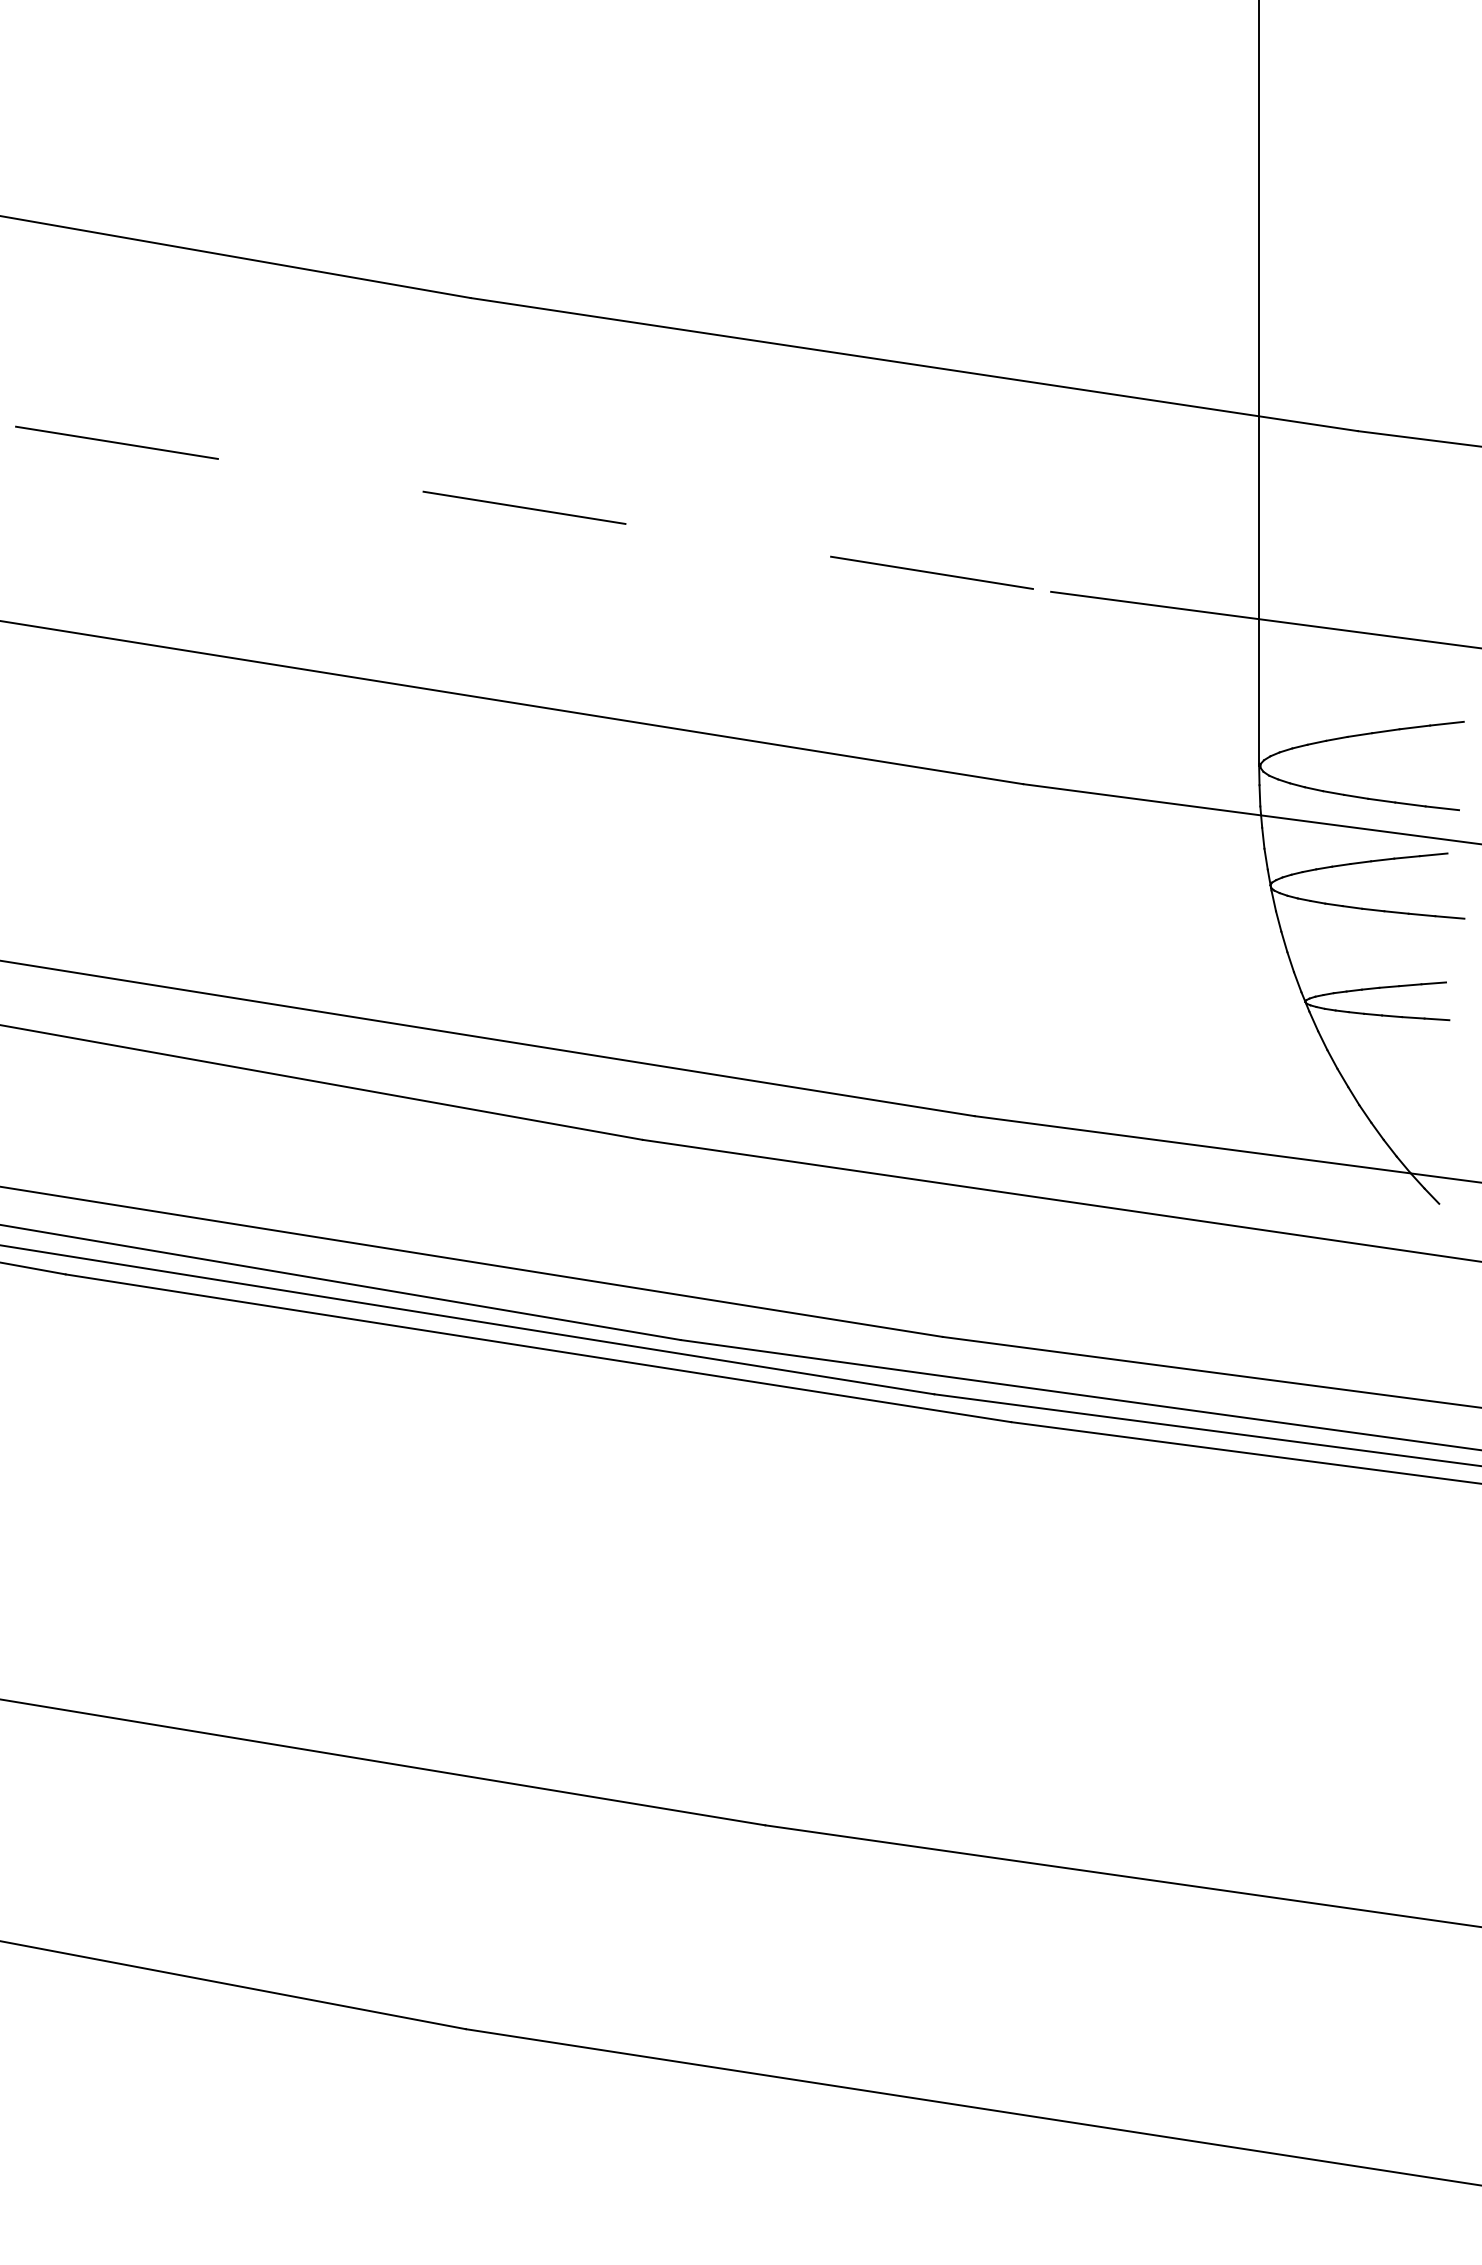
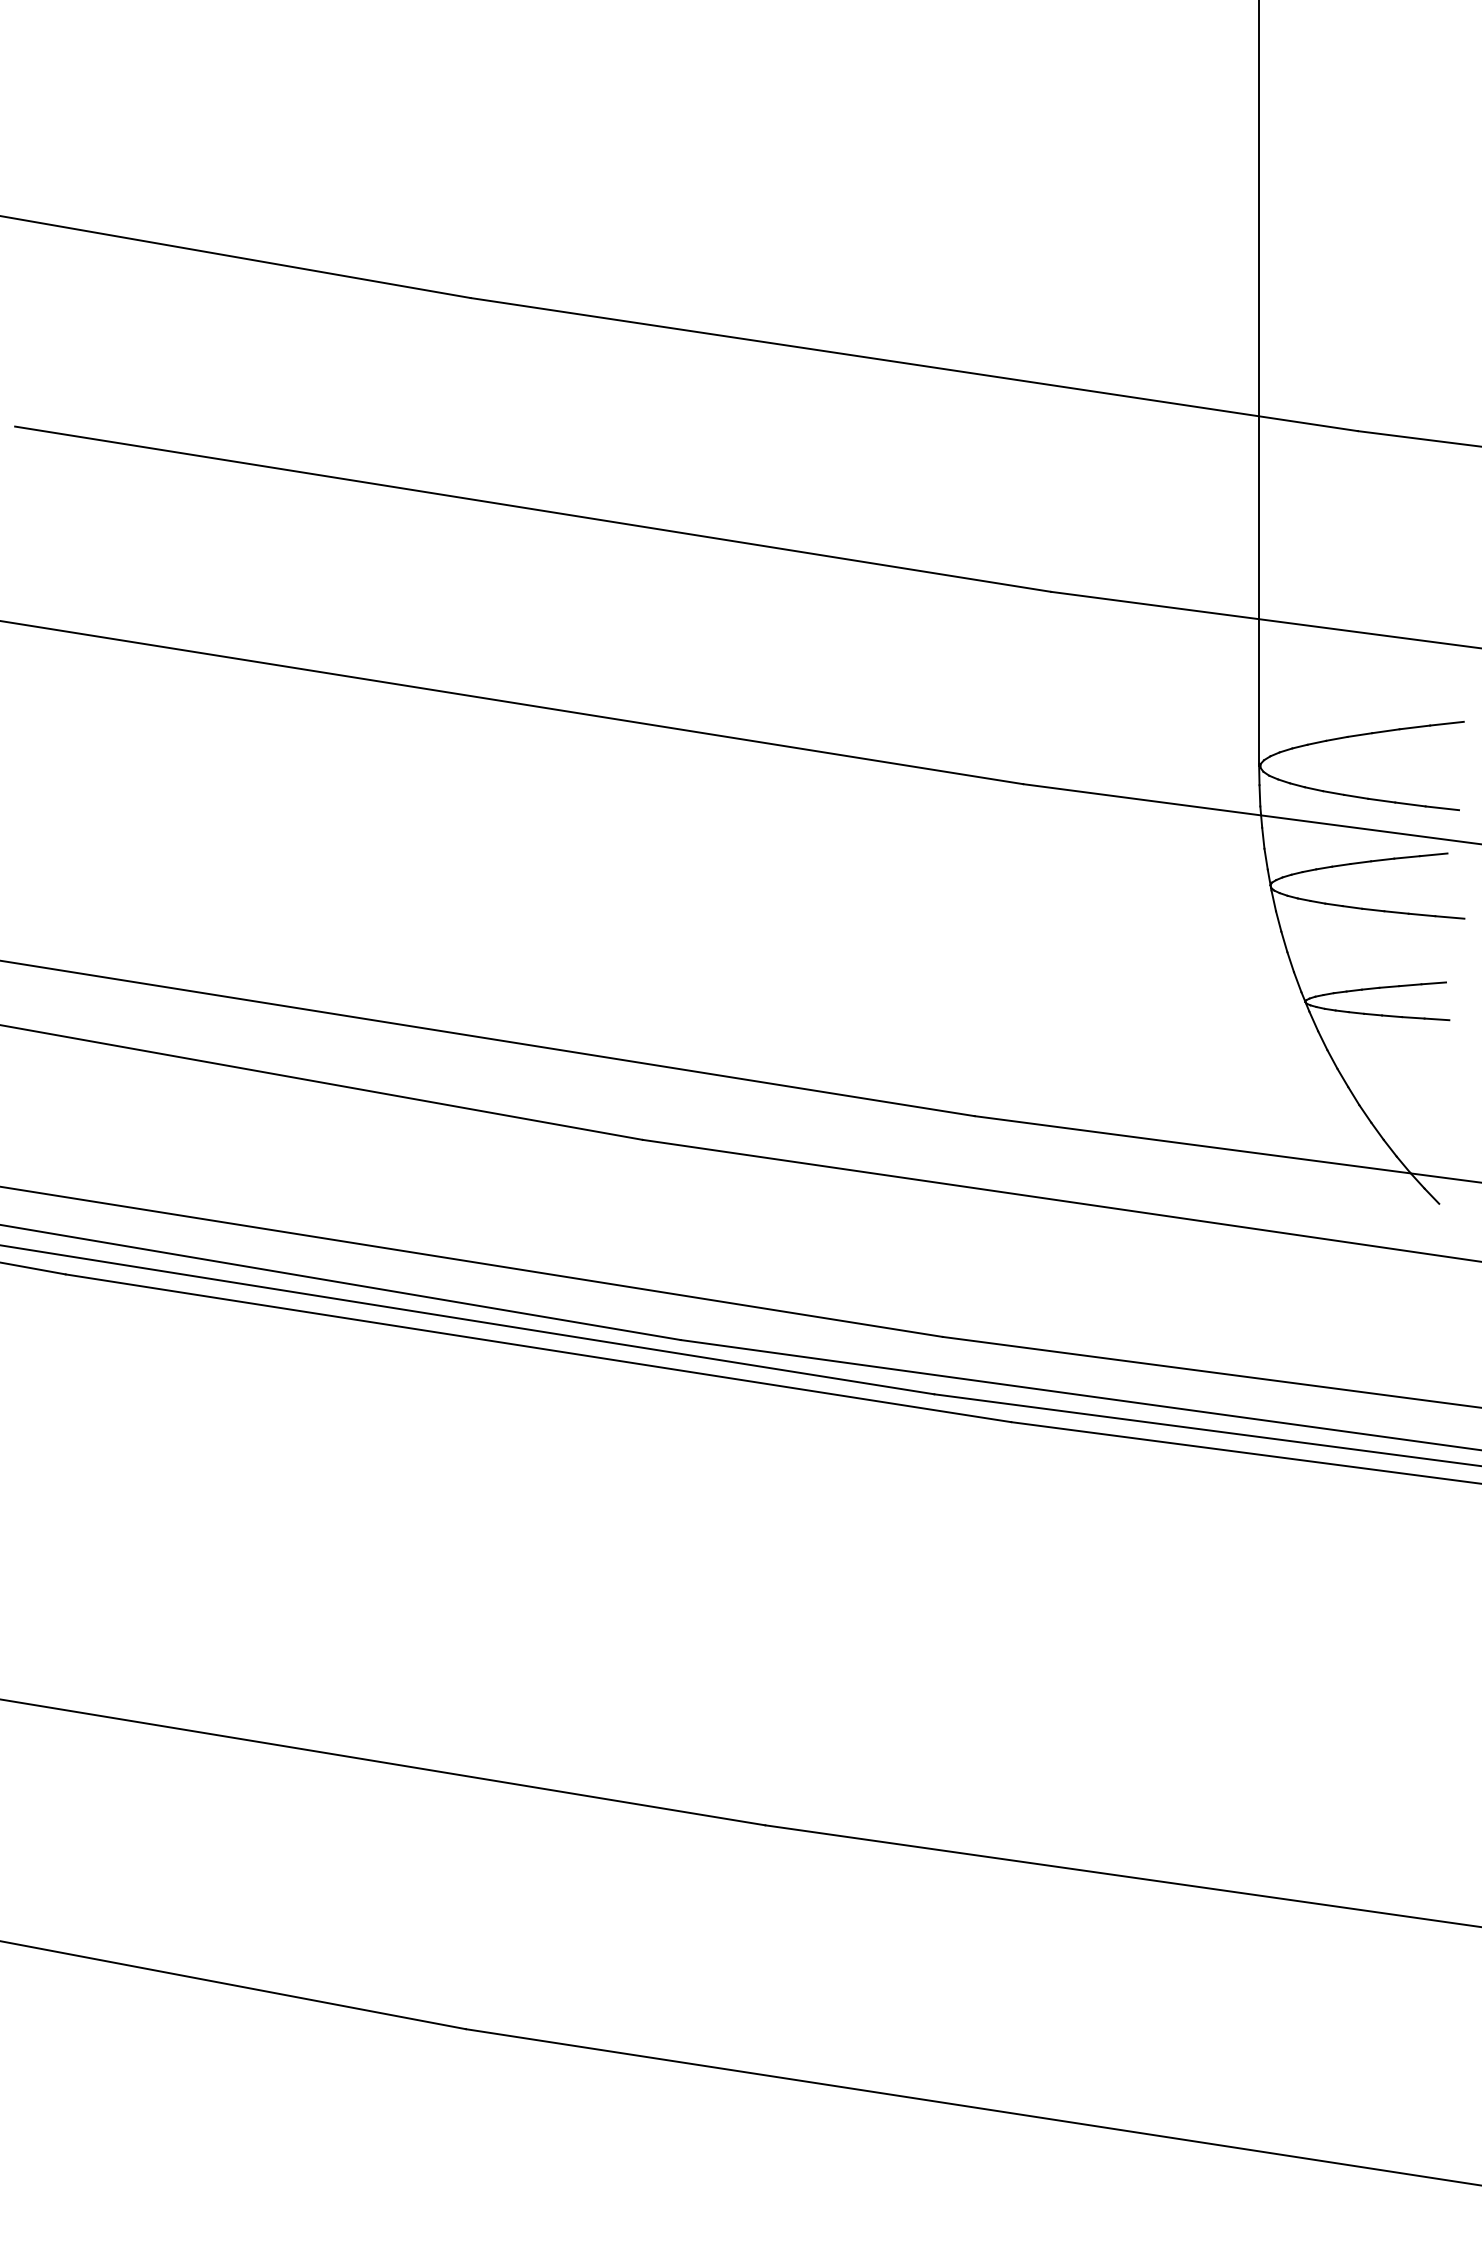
line at (533, 509): dashed -> solid
